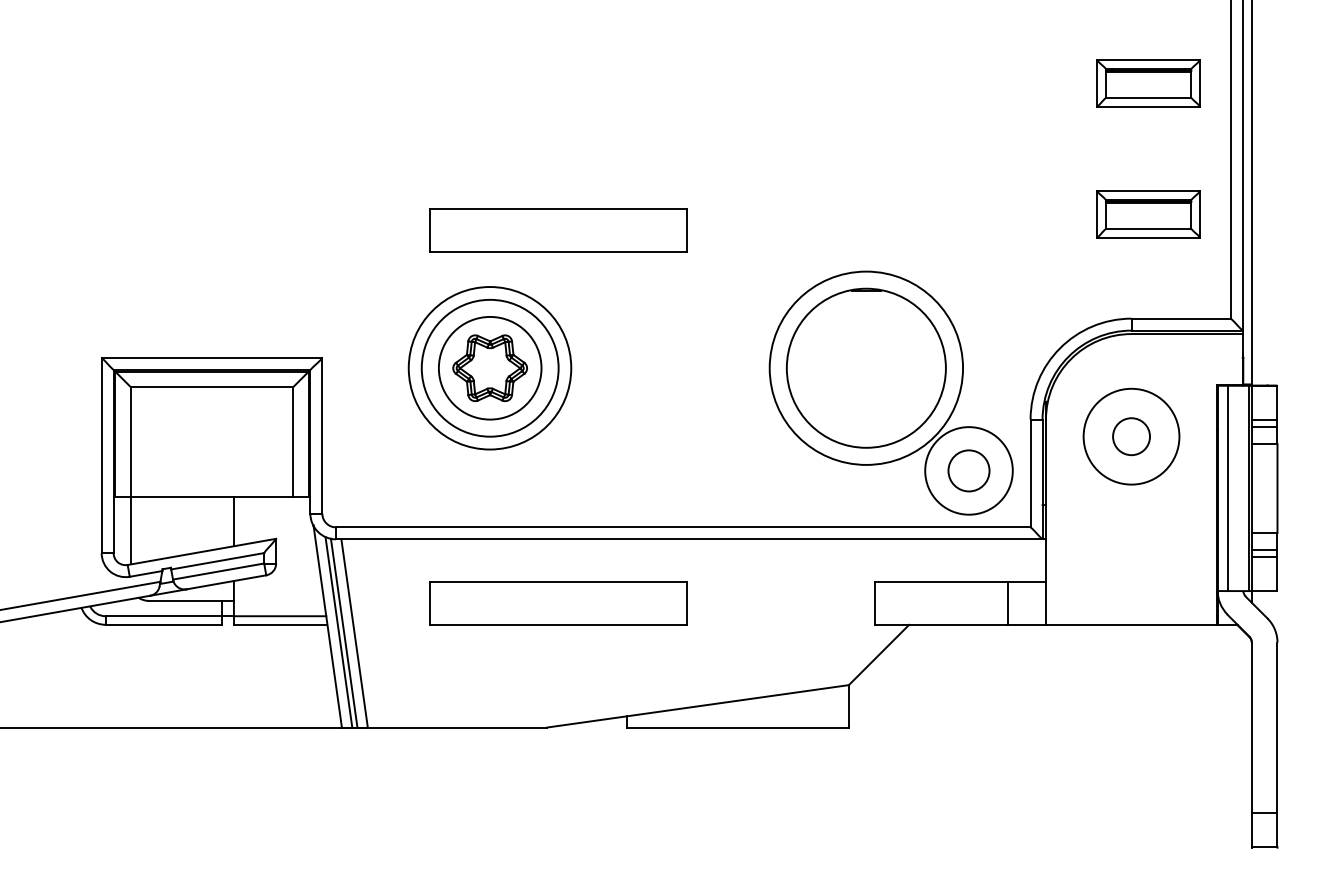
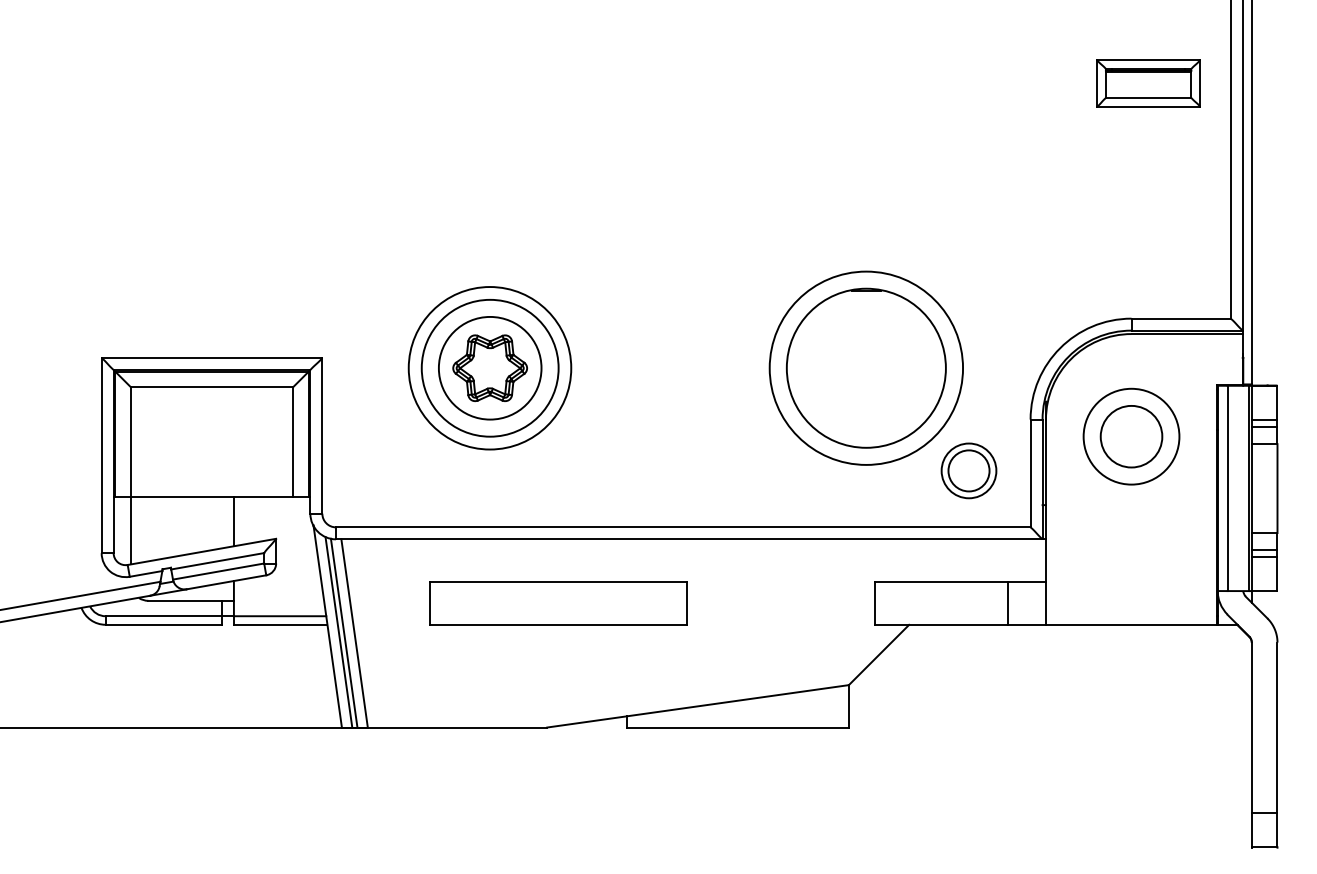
part at (1148, 214): present -> none
part at (558, 230): present -> none
circle at (1131, 436) diameter: 37 px -> 62 px
circle at (968, 470) diameter: 88 px -> 55 px
